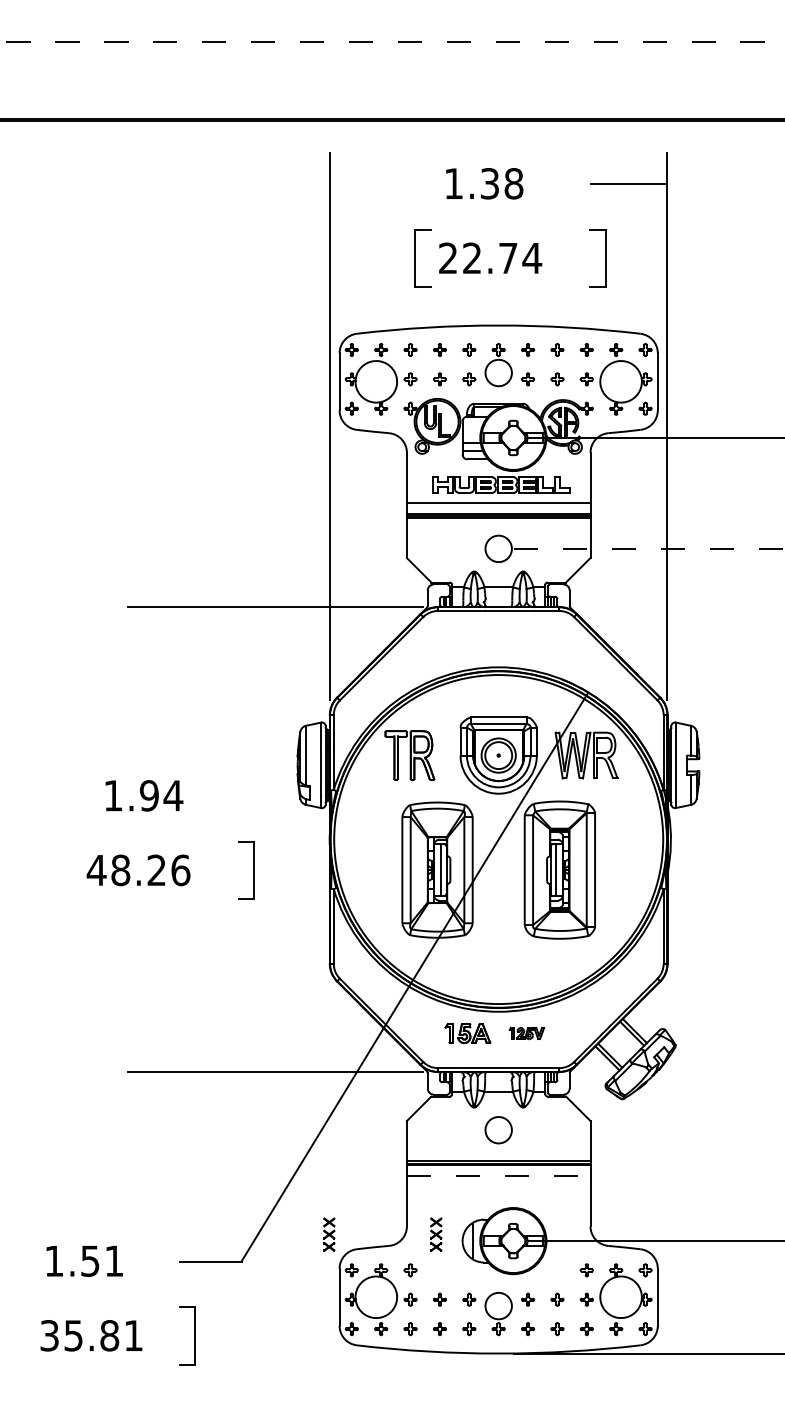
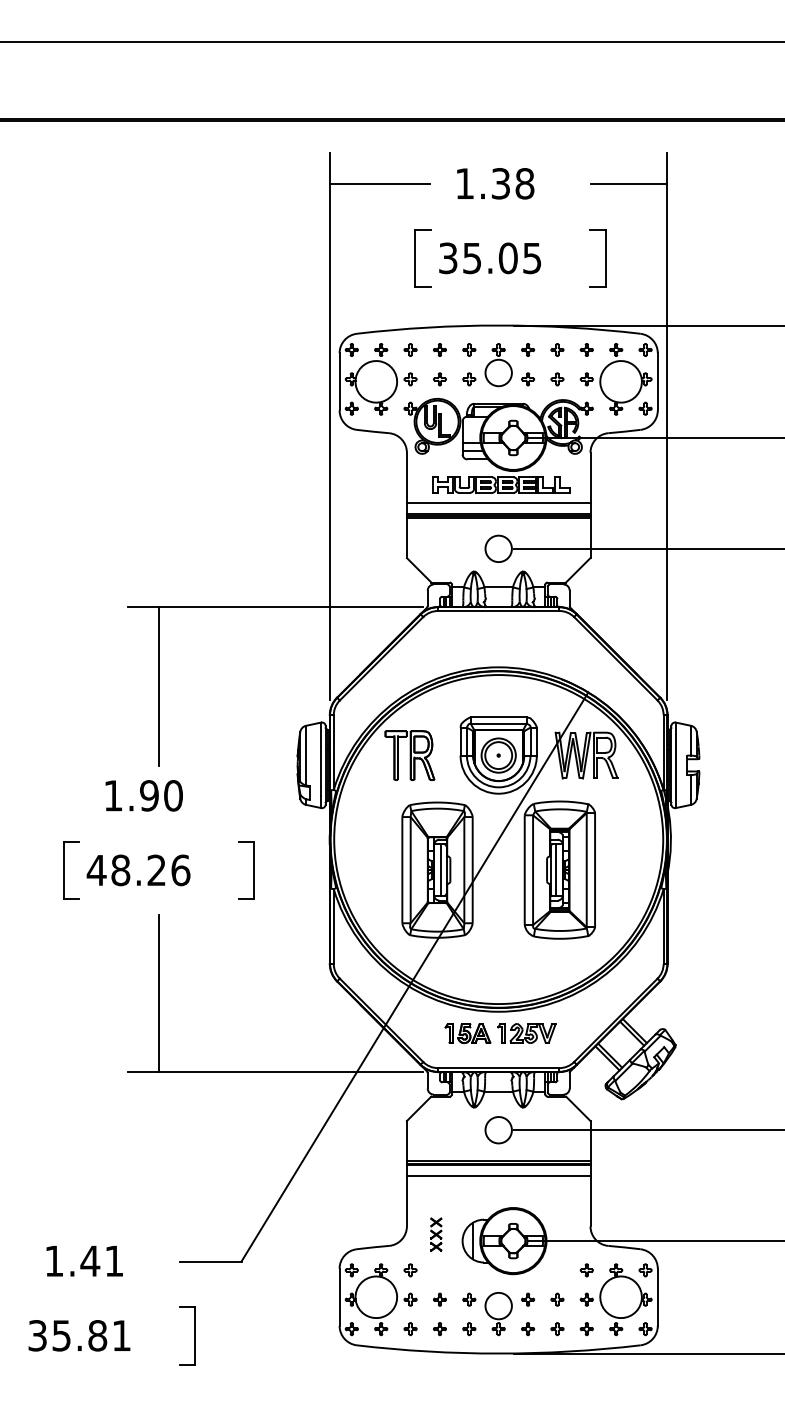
line at (392, 42): dashed -> solid
text at (484, 183) position: (484, 183) -> (495, 183)
line at (380, 184): none -> present
text at (490, 258): 22.74 -> 35.05
line at (647, 325): none -> present
line at (649, 548): dashed -> solid
line at (159, 686): none -> present
text at (173, 795): 1.94 -> 1.90
part at (64, 870): none -> present
line at (159, 993): none -> present
part at (526, 1033) size: 38x14 px -> 60x21 px
line at (647, 1130): none -> present
line at (498, 1175): dashed -> solid
part at (329, 1234): present -> none
text at (90, 1260): 1.51 -> 1.41
text at (91, 1335) position: (91, 1335) -> (79, 1335)
